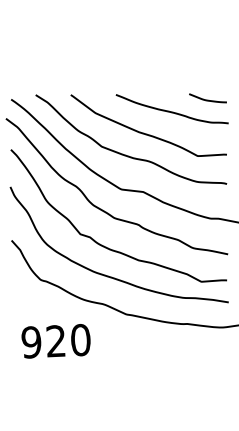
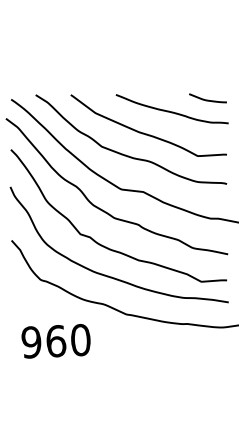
text at (56, 341): 920 -> 960
